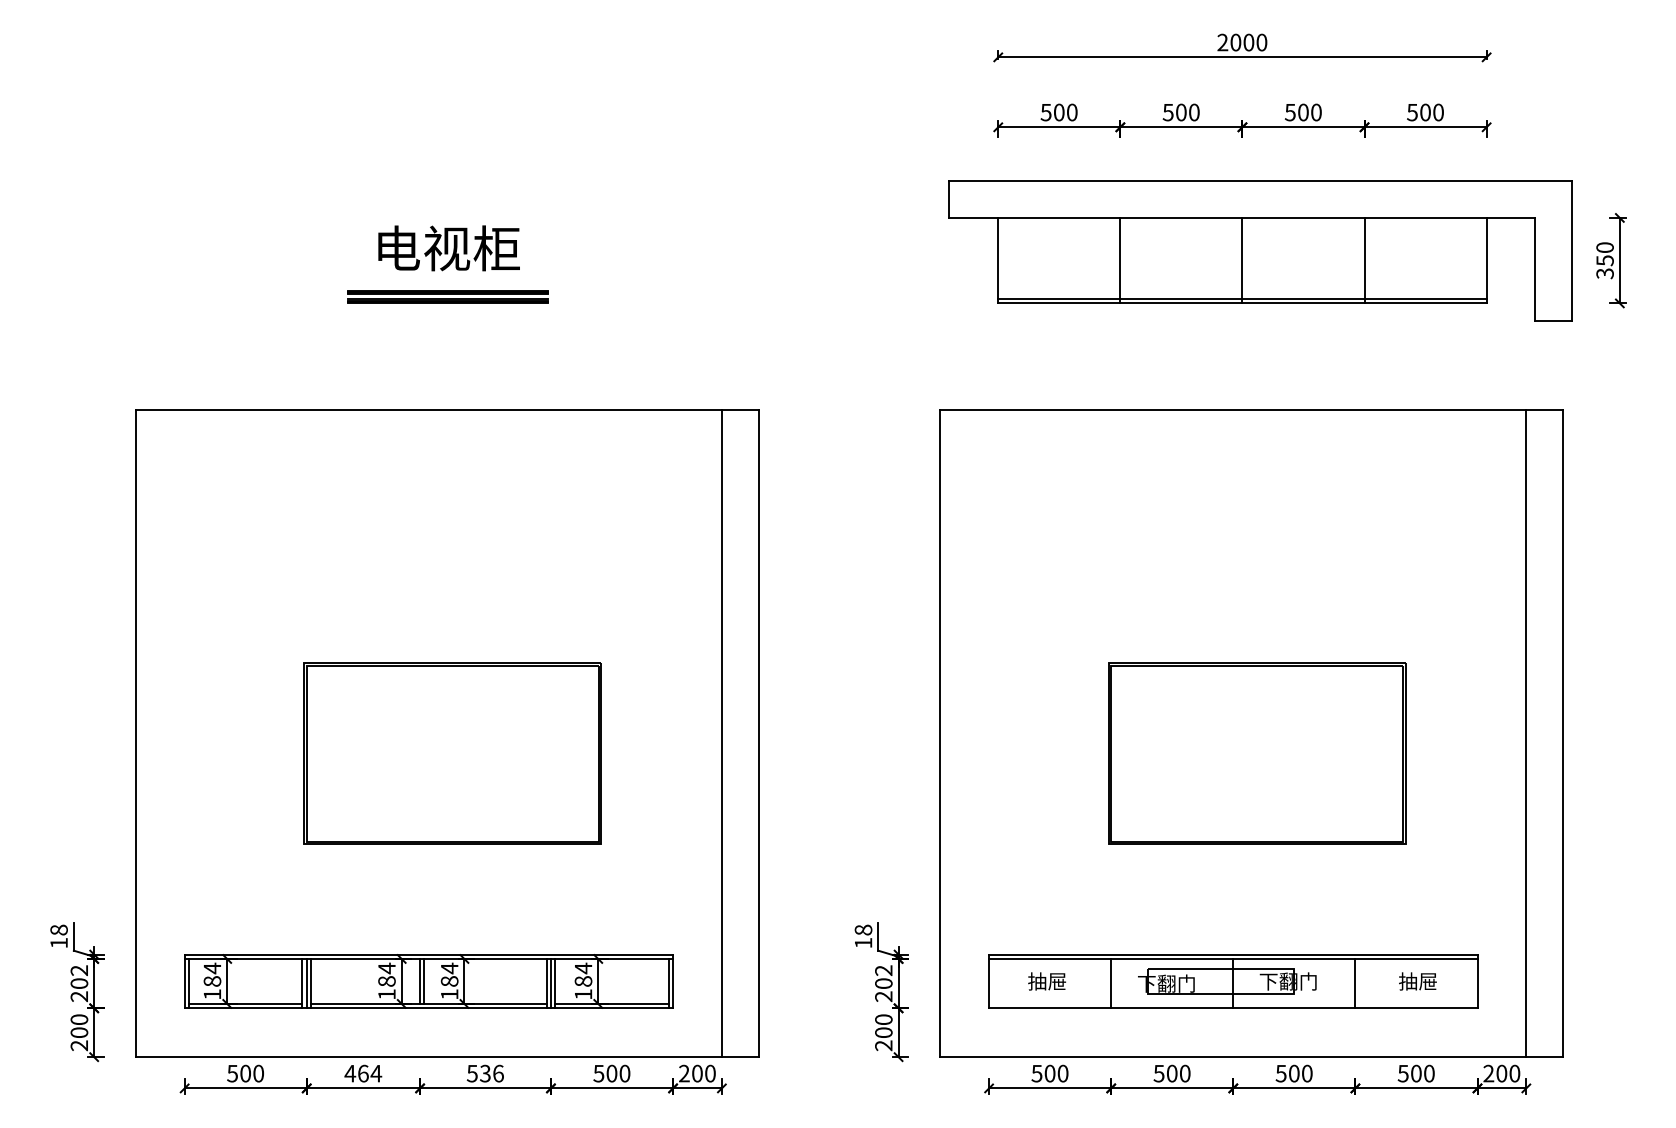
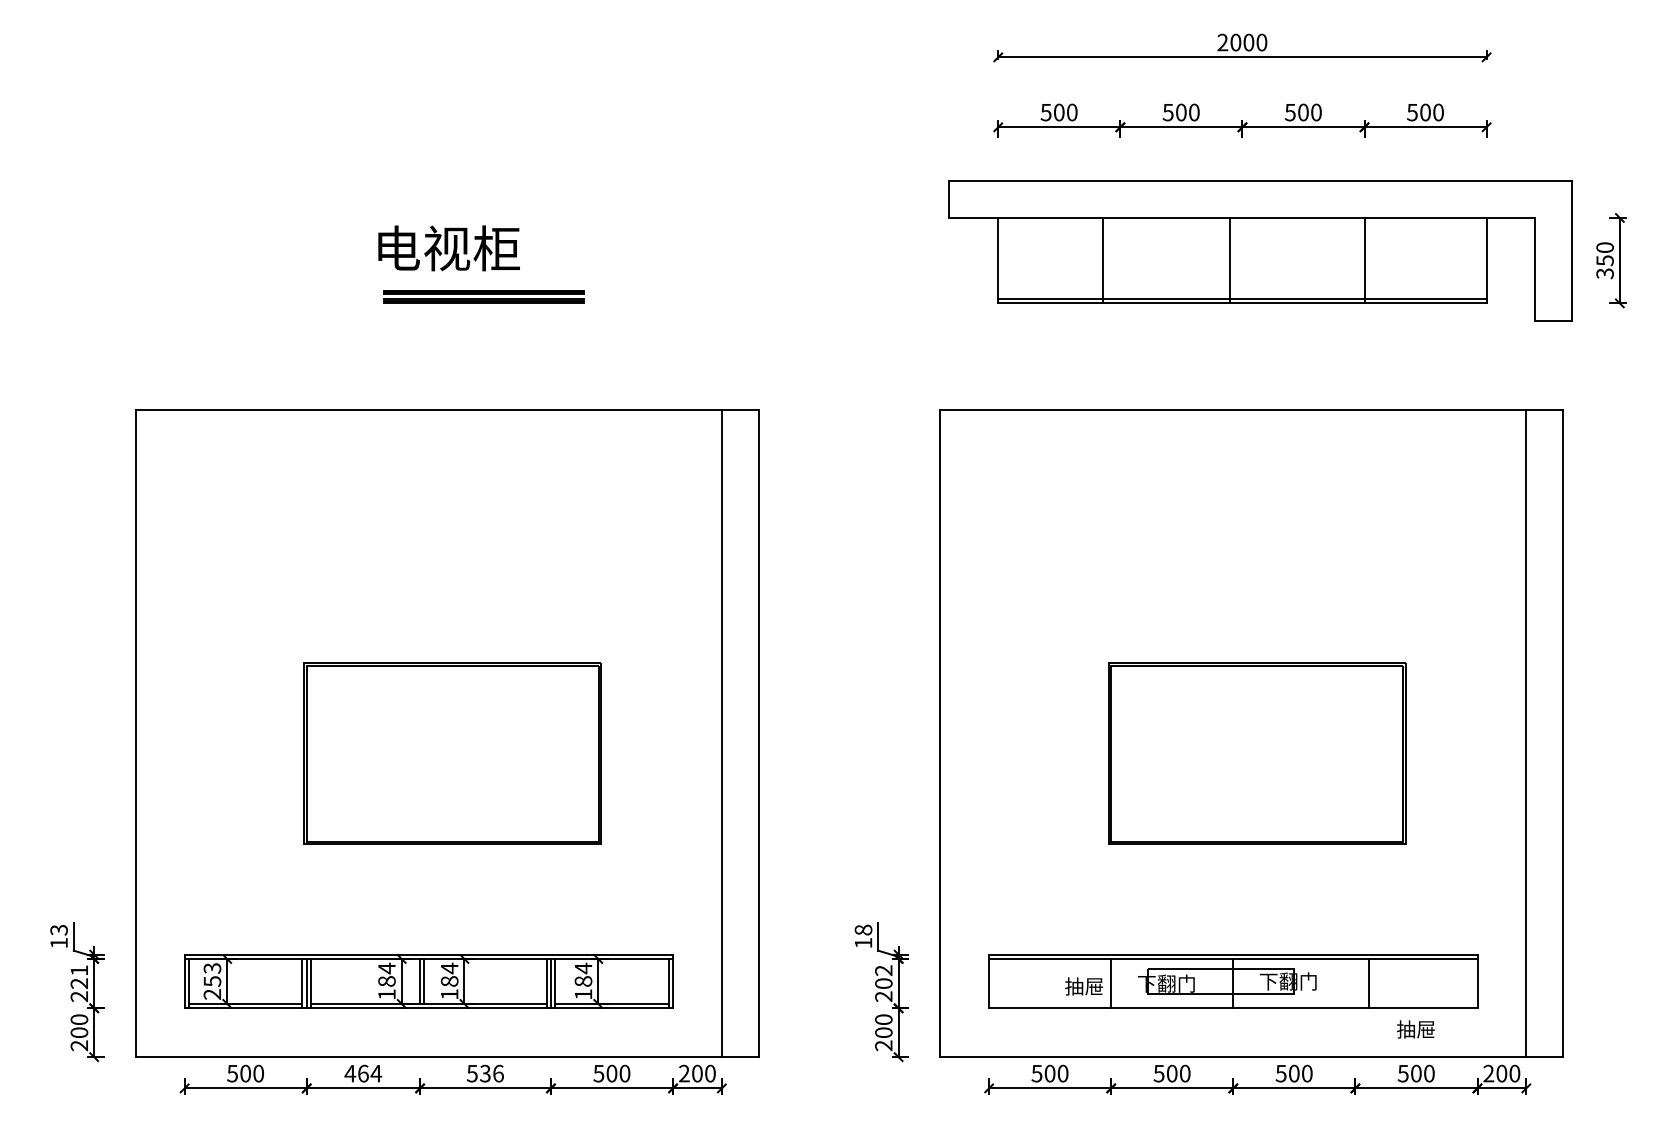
line at (1120, 260) position: (1120, 260) -> (1103, 260)
line at (1242, 260) position: (1242, 260) -> (1230, 260)
part at (447, 296) position: (447, 296) -> (483, 296)
text at (58, 929): 18 -> 13
text at (79, 977): 202 -> 221
text at (212, 980): 184 -> 253
text at (1046, 981) position: (1046, 981) -> (1083, 986)
text at (1417, 981) position: (1417, 981) -> (1415, 1029)
line at (1355, 983) position: (1355, 983) -> (1369, 983)
